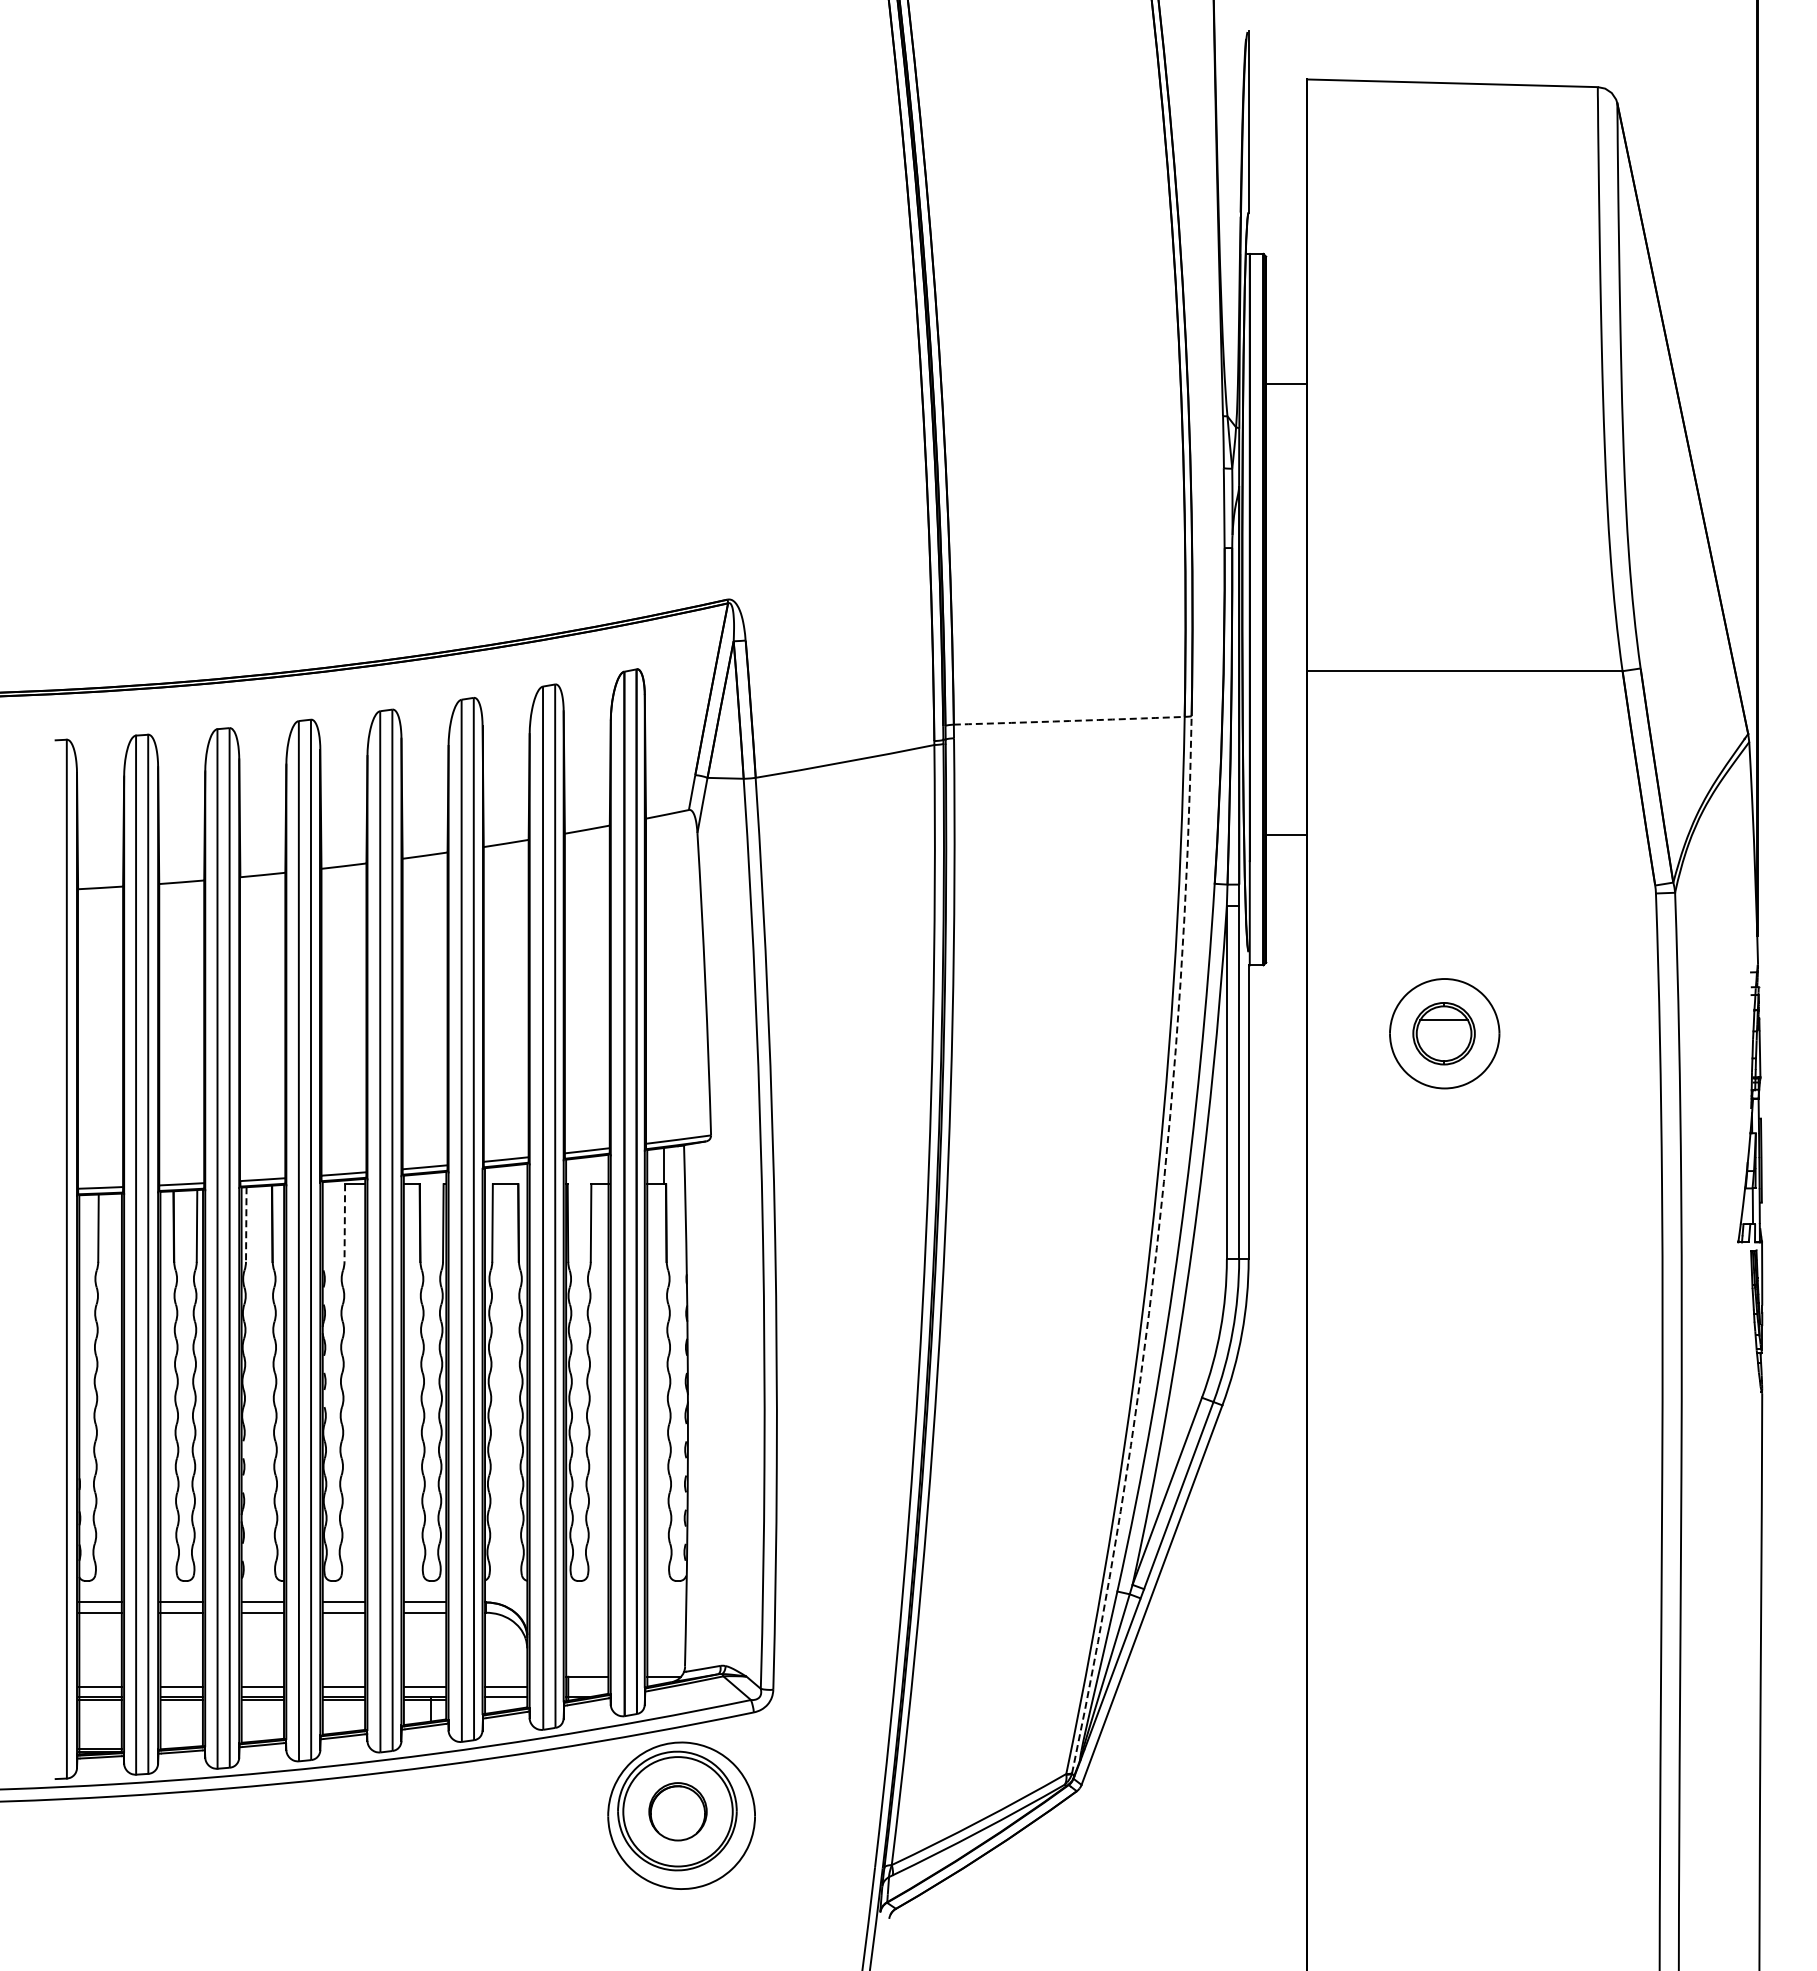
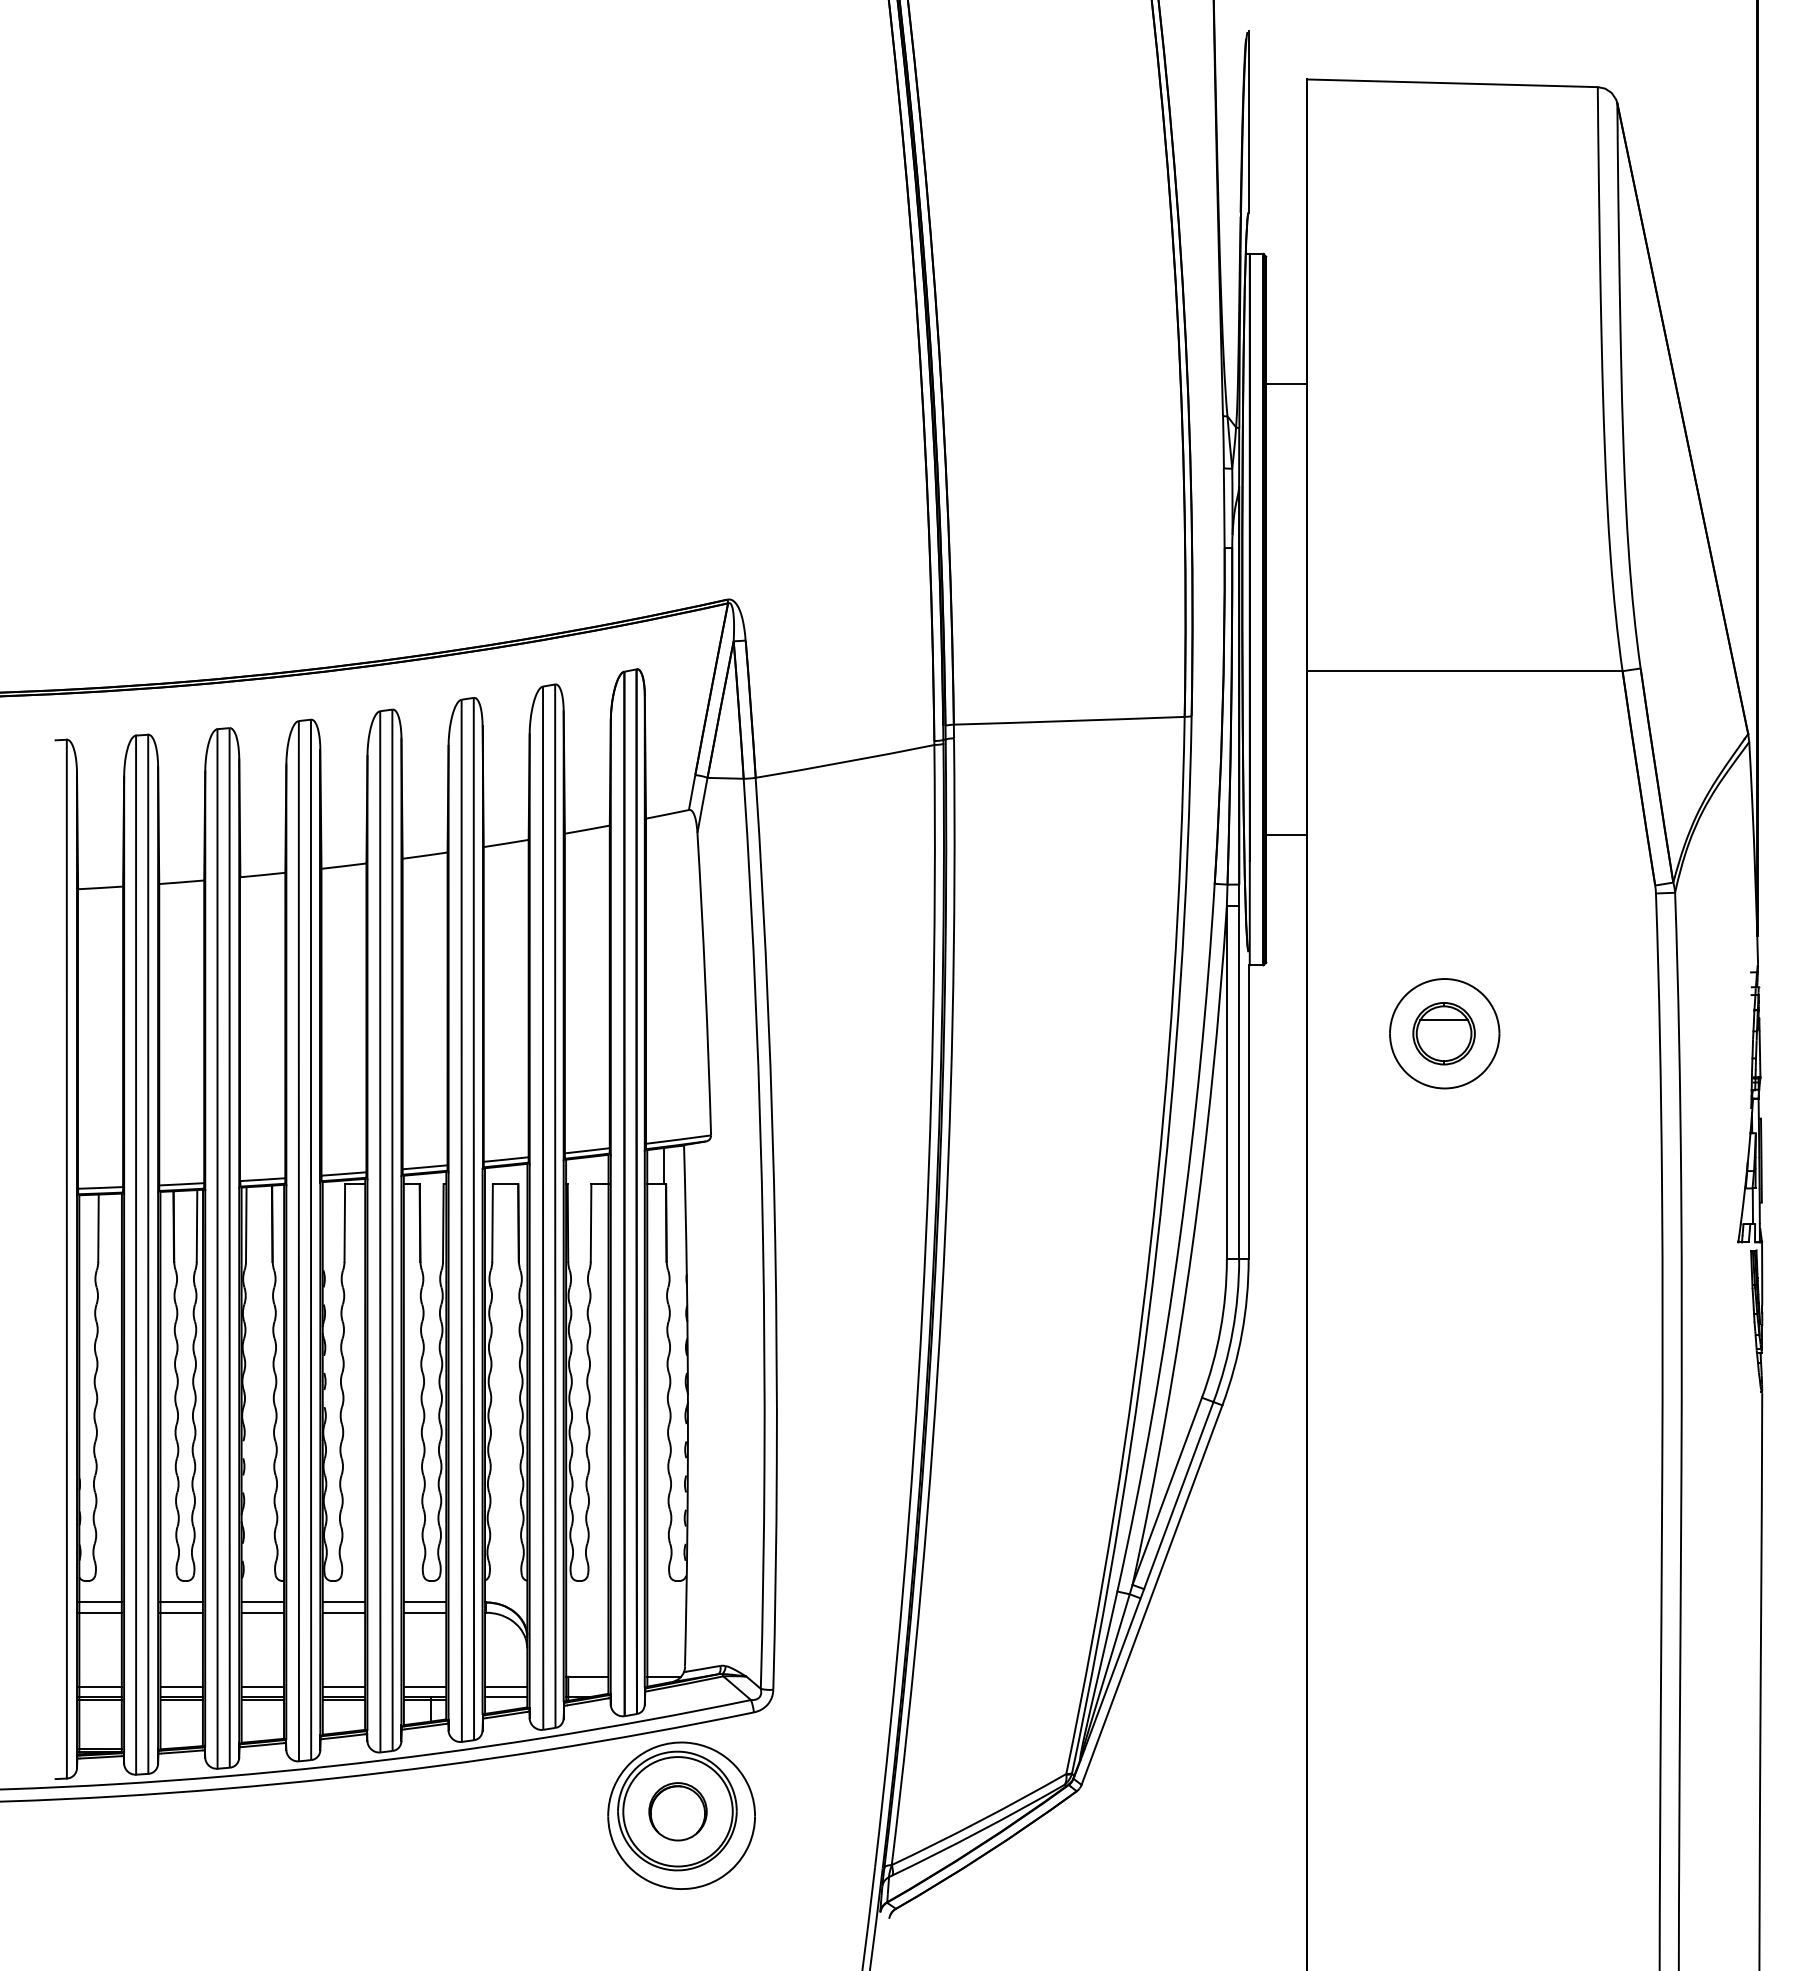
arc at (1069, 721): dashed -> solid
line at (344, 1223): dashed -> solid
line at (246, 1225): dashed -> solid
arc at (1156, 1247): dashed -> solid
